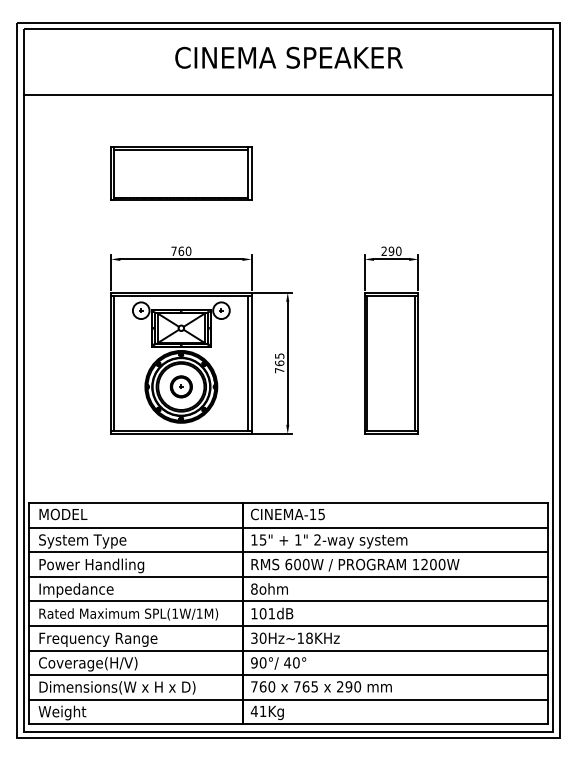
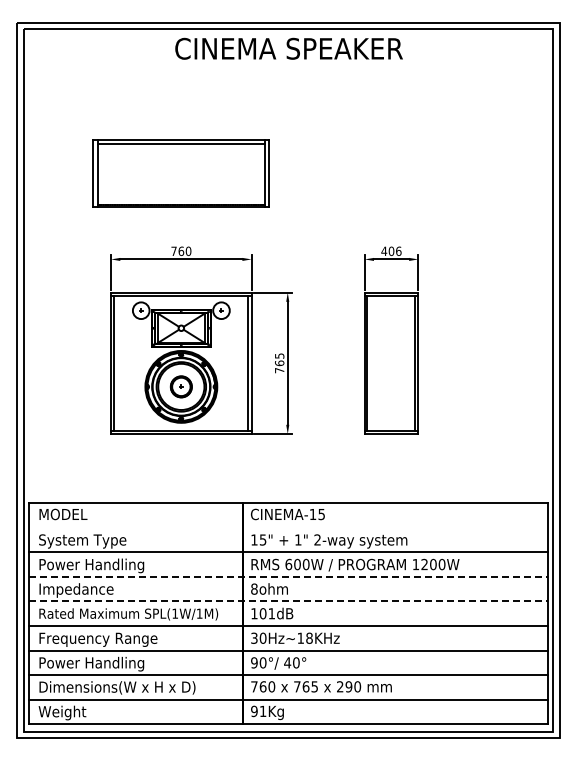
text at (288, 57) position: (288, 57) -> (288, 48)
line at (288, 94): present -> none
part at (181, 173) size: 143x55 px -> 178x69 px
text at (391, 250): 290 -> 406
line at (288, 527): present -> none
line at (289, 576): solid -> dashed
line at (289, 601): solid -> dashed
text at (91, 663): Coverage(H/V) -> Power Handling
text at (253, 711): 41Kg -> 91Kg
